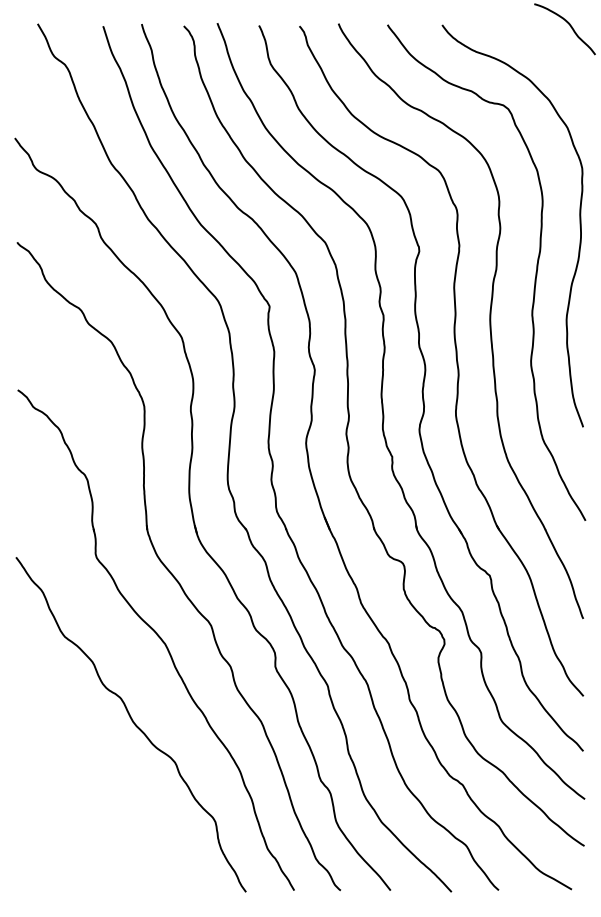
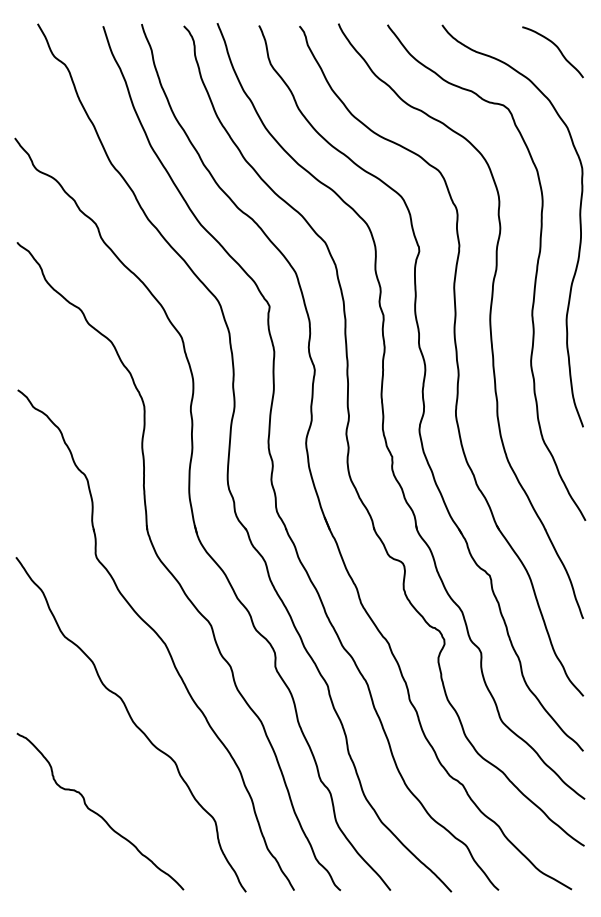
curve at (570, 27) position: (570, 27) -> (558, 50)
curve at (98, 813): none -> present
